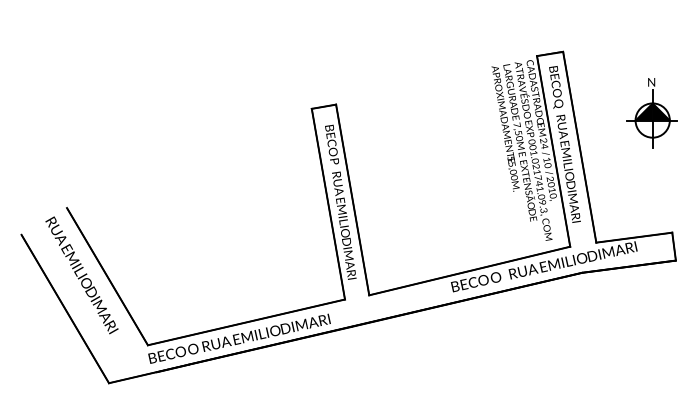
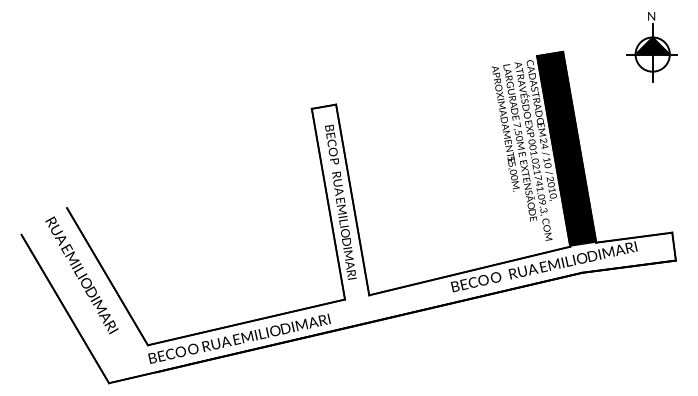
part at (651, 113) position: (651, 113) -> (651, 47)
fill at (566, 148): none -> present
